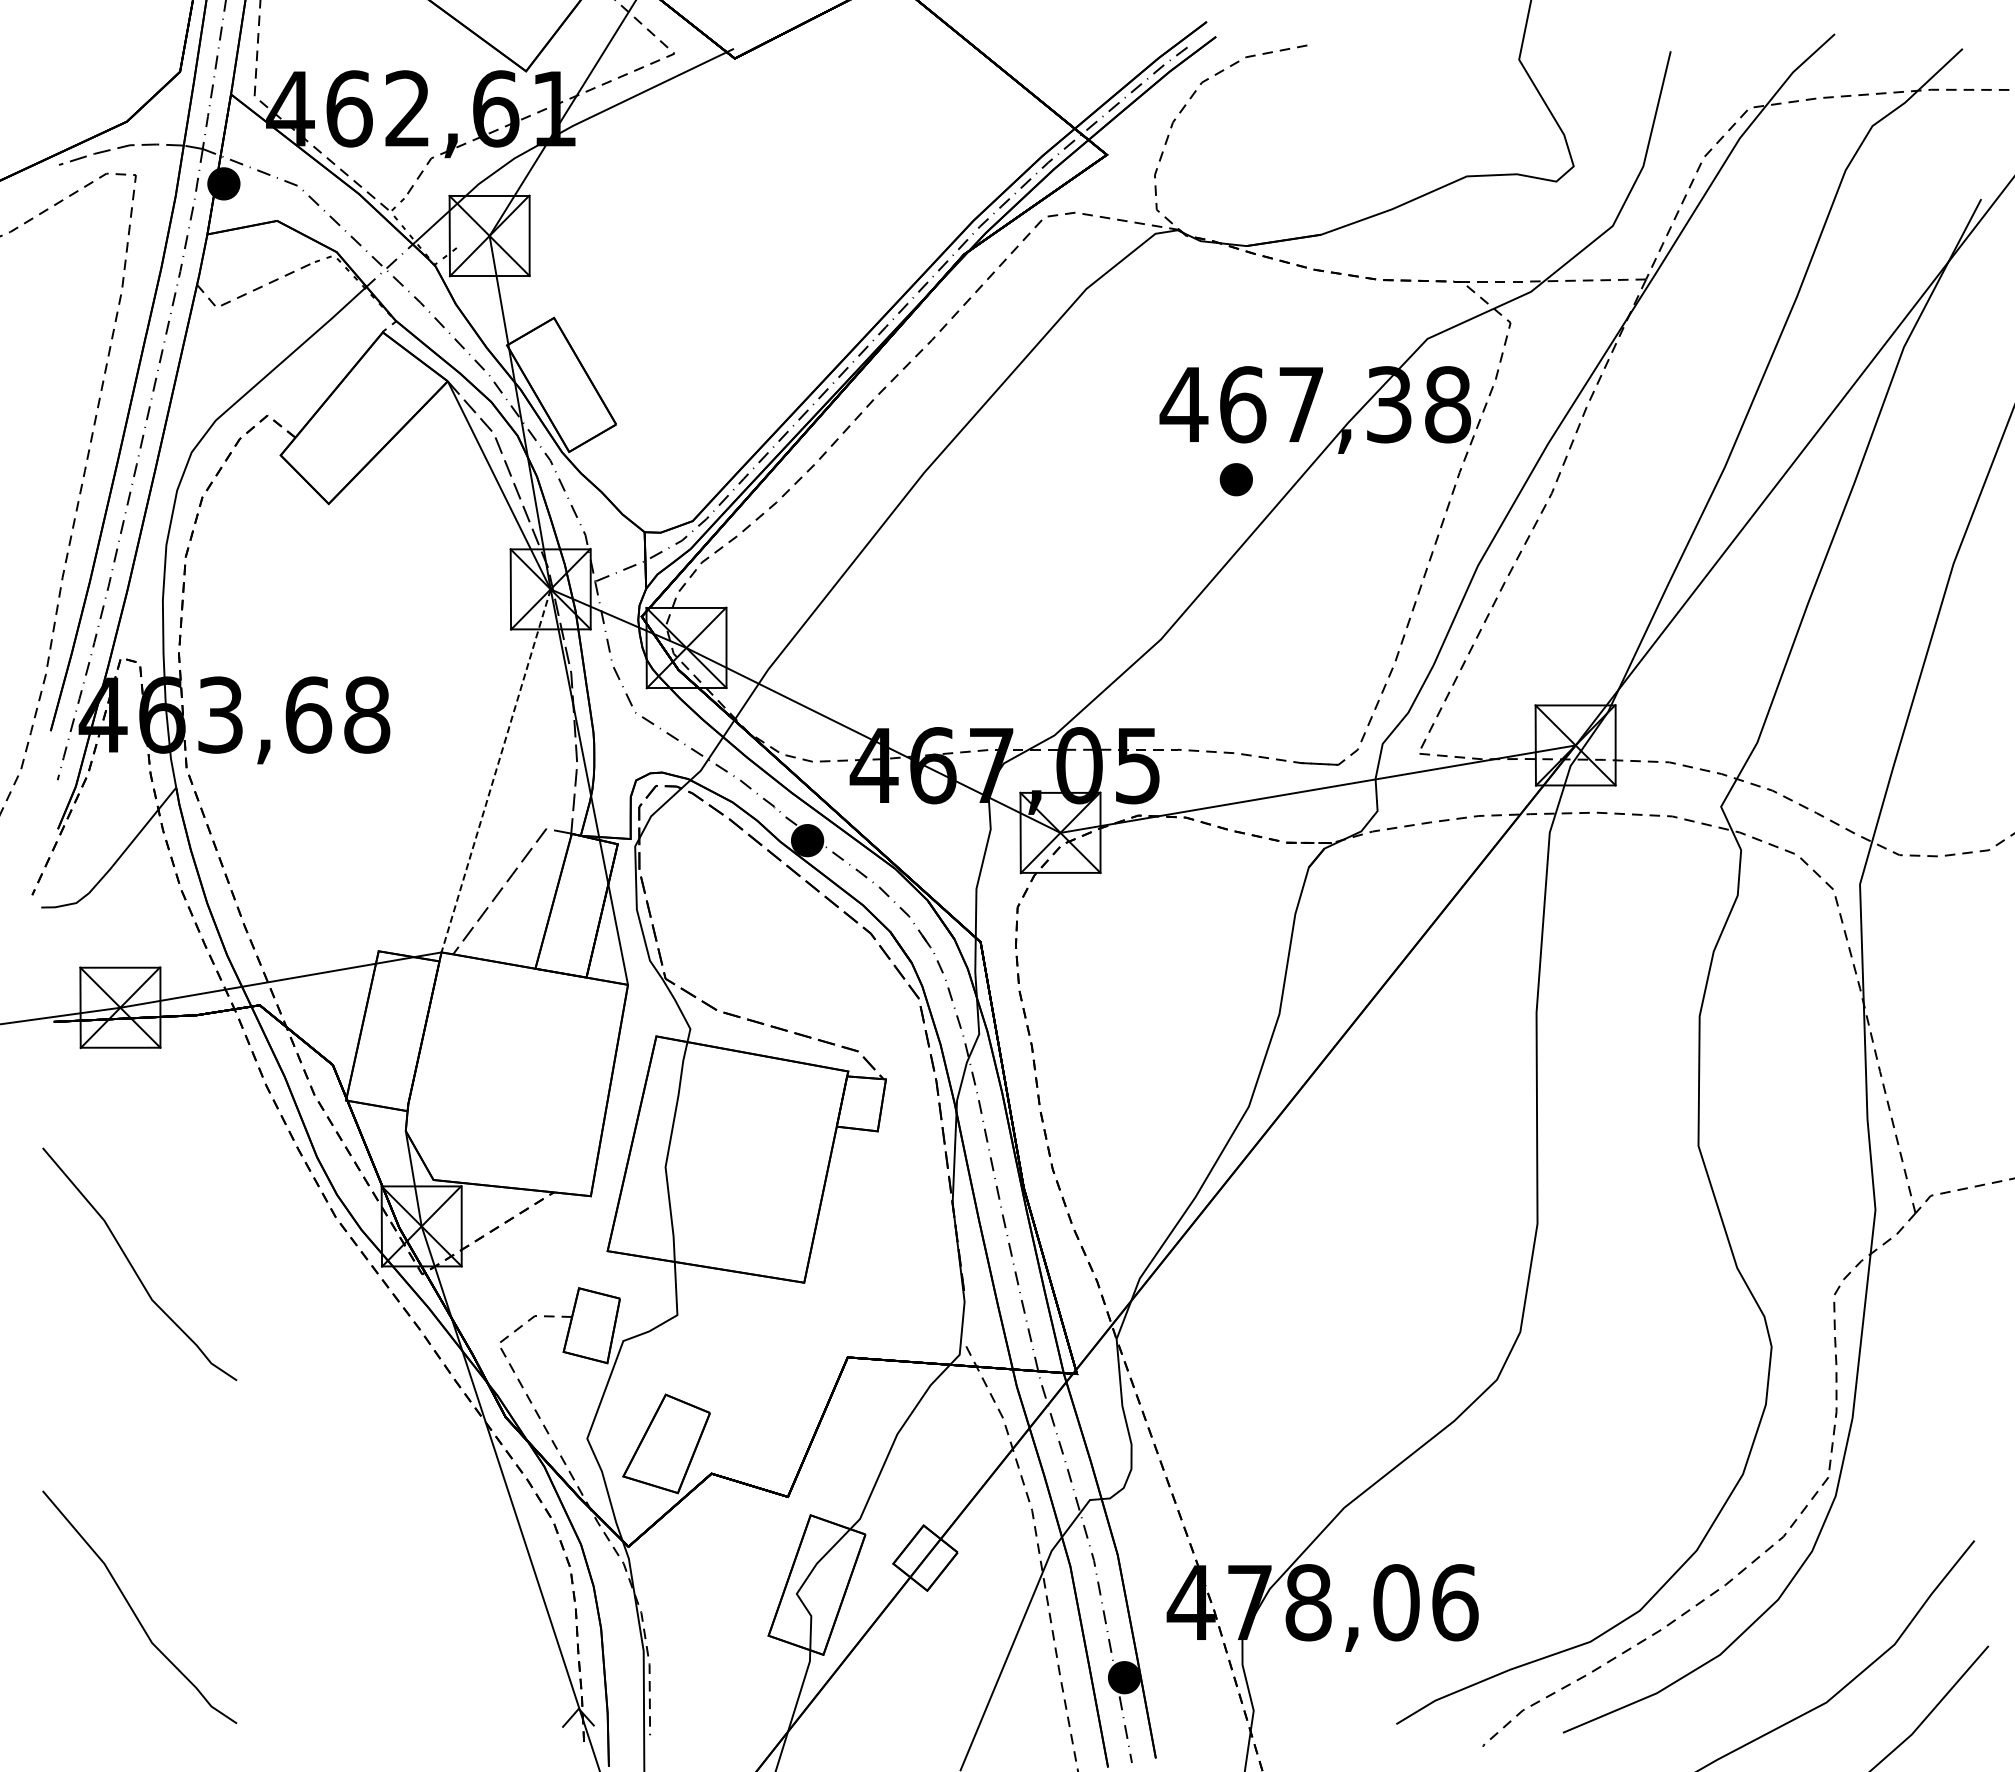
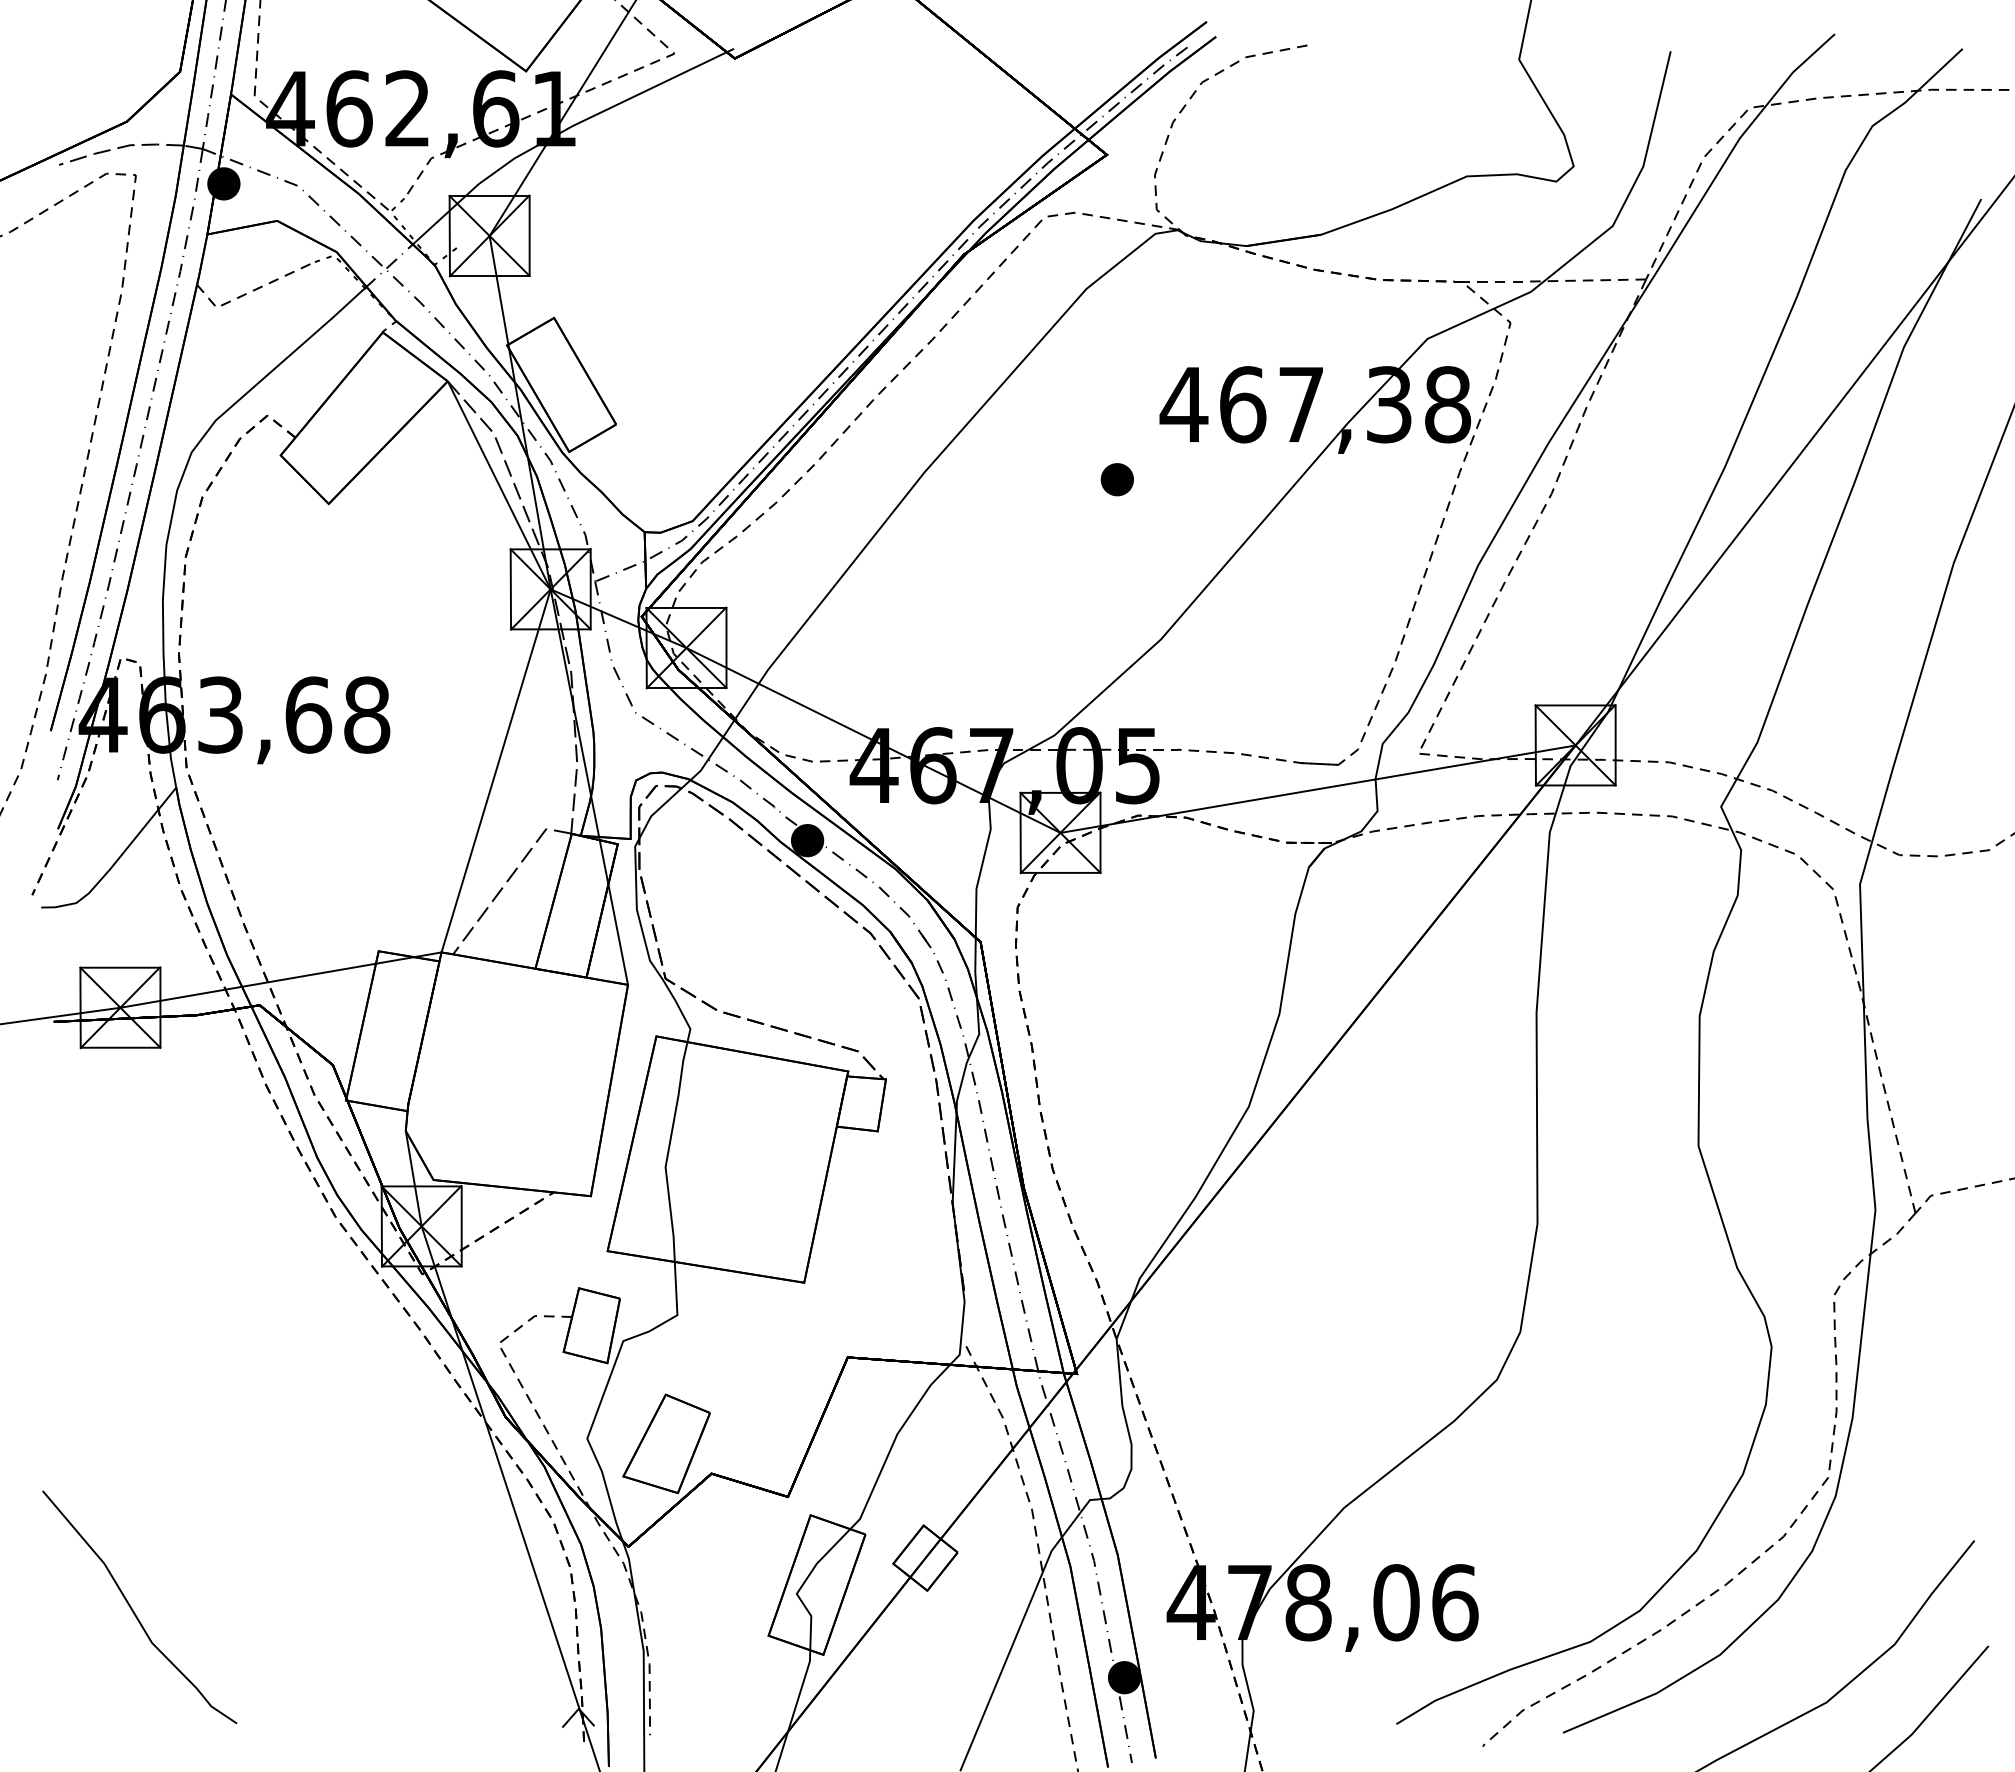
part at (1235, 479) position: (1235, 479) -> (1116, 479)
line at (496, 770): dashed -> solid
curve at (134, 1268): present -> none
